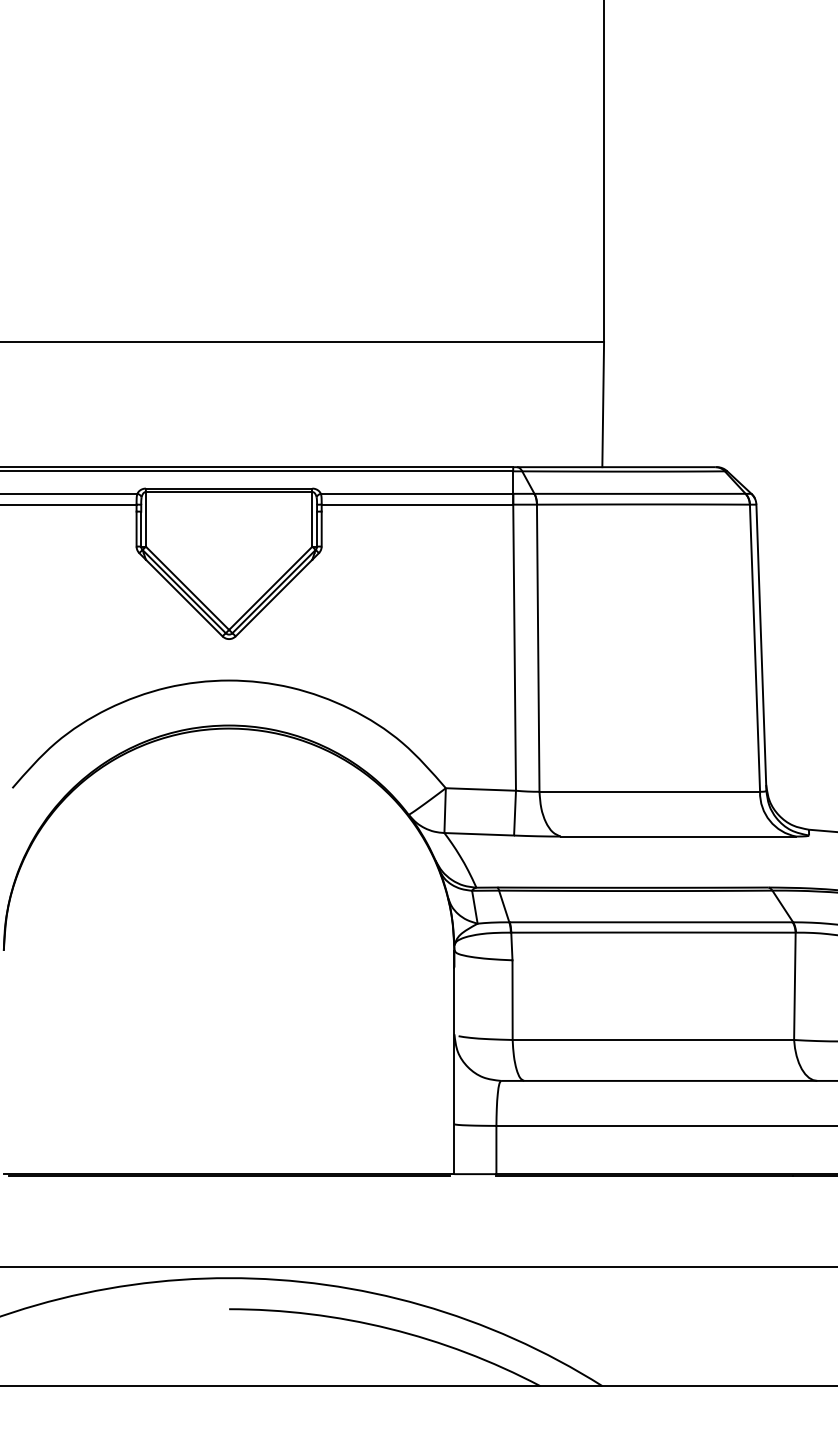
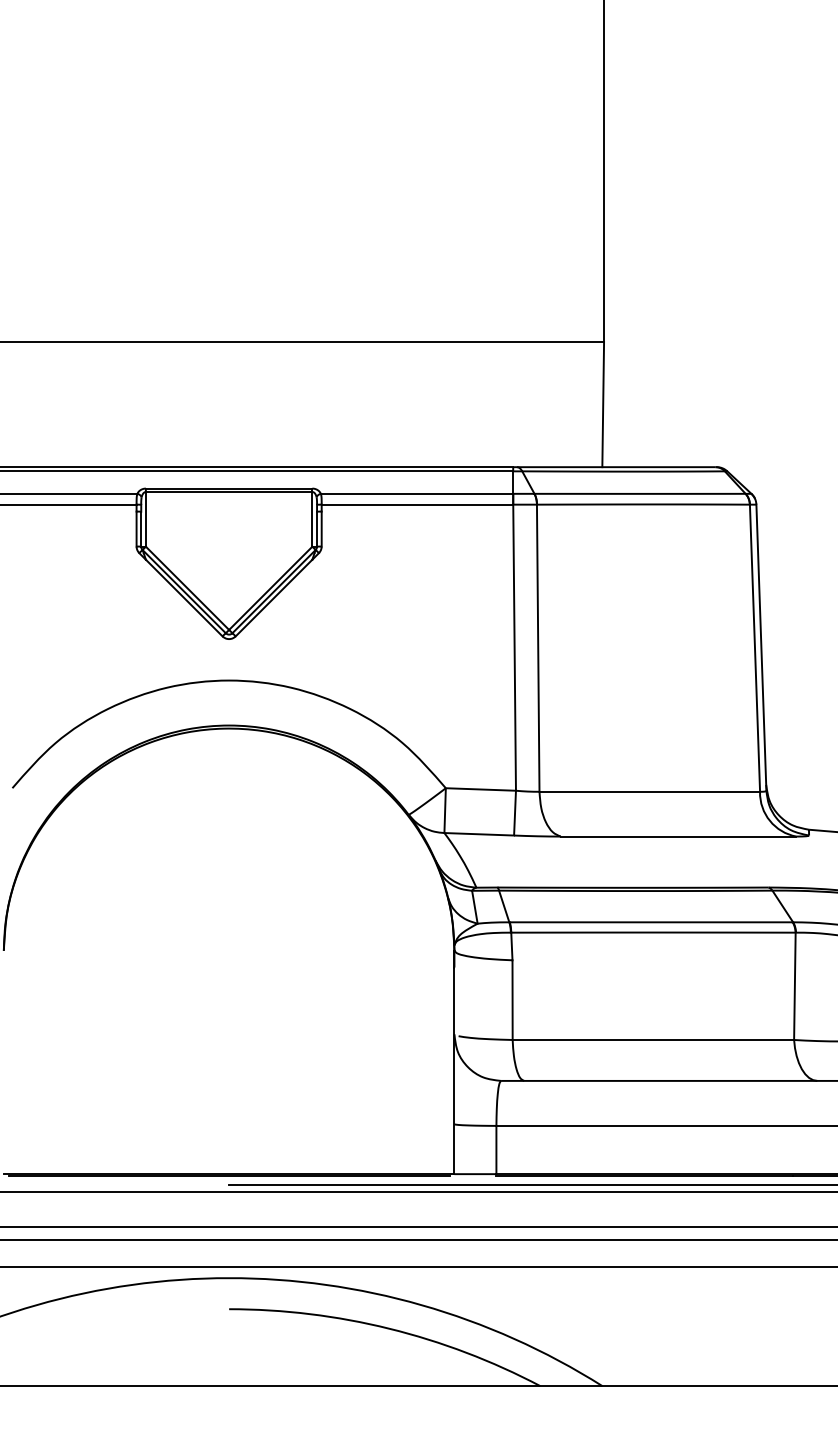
line at (531, 1185): none -> present
line at (418, 1191): none -> present
line at (418, 1227): none -> present
line at (418, 1239): none -> present
